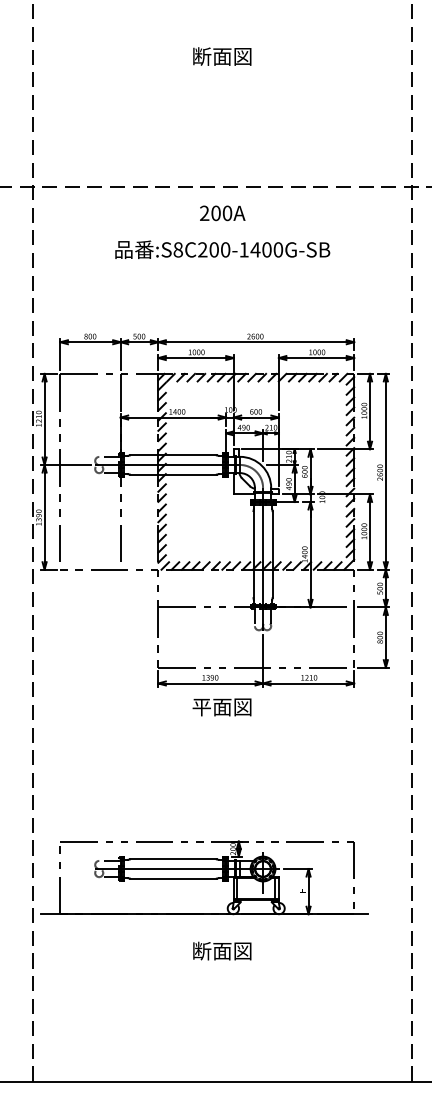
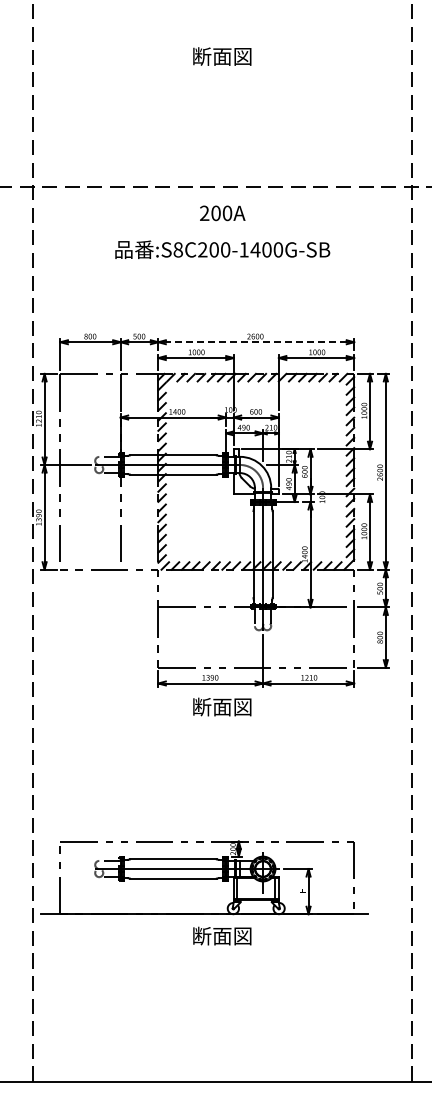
line at (255, 342): solid -> dashed
text at (201, 706): 平面図 -> 断面図
text at (222, 950) position: (222, 950) -> (222, 935)
